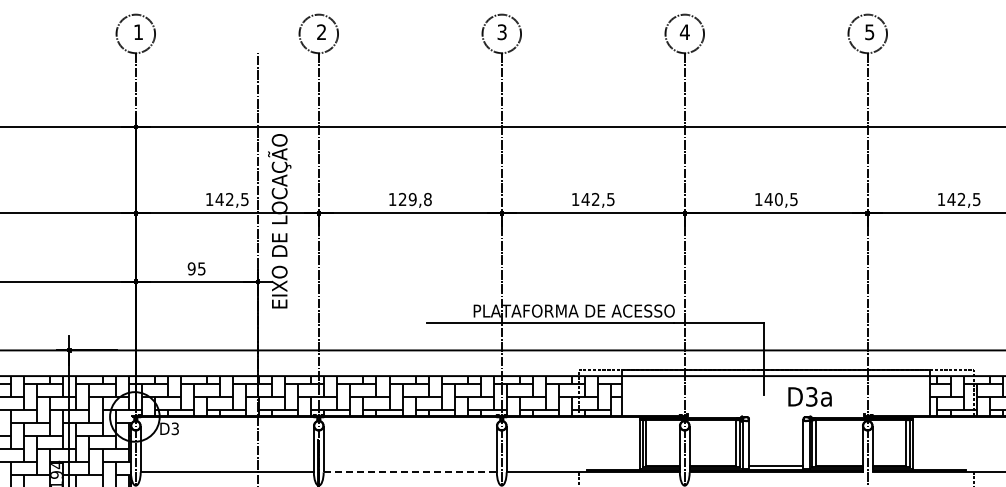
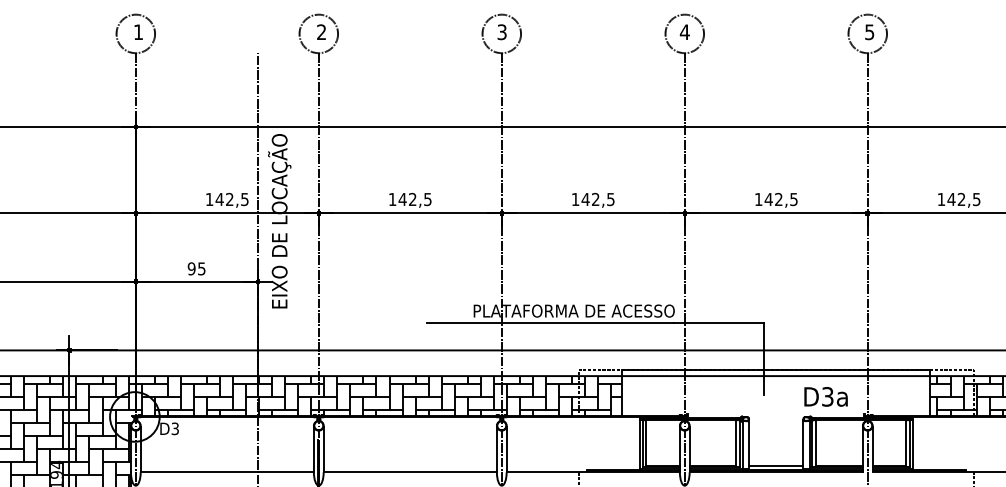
text at (414, 199): 129,8 -> 142,5
text at (778, 199): 140,5 -> 142,5
text at (809, 396) position: (809, 396) -> (825, 396)
line at (410, 472): dashed -> solid
